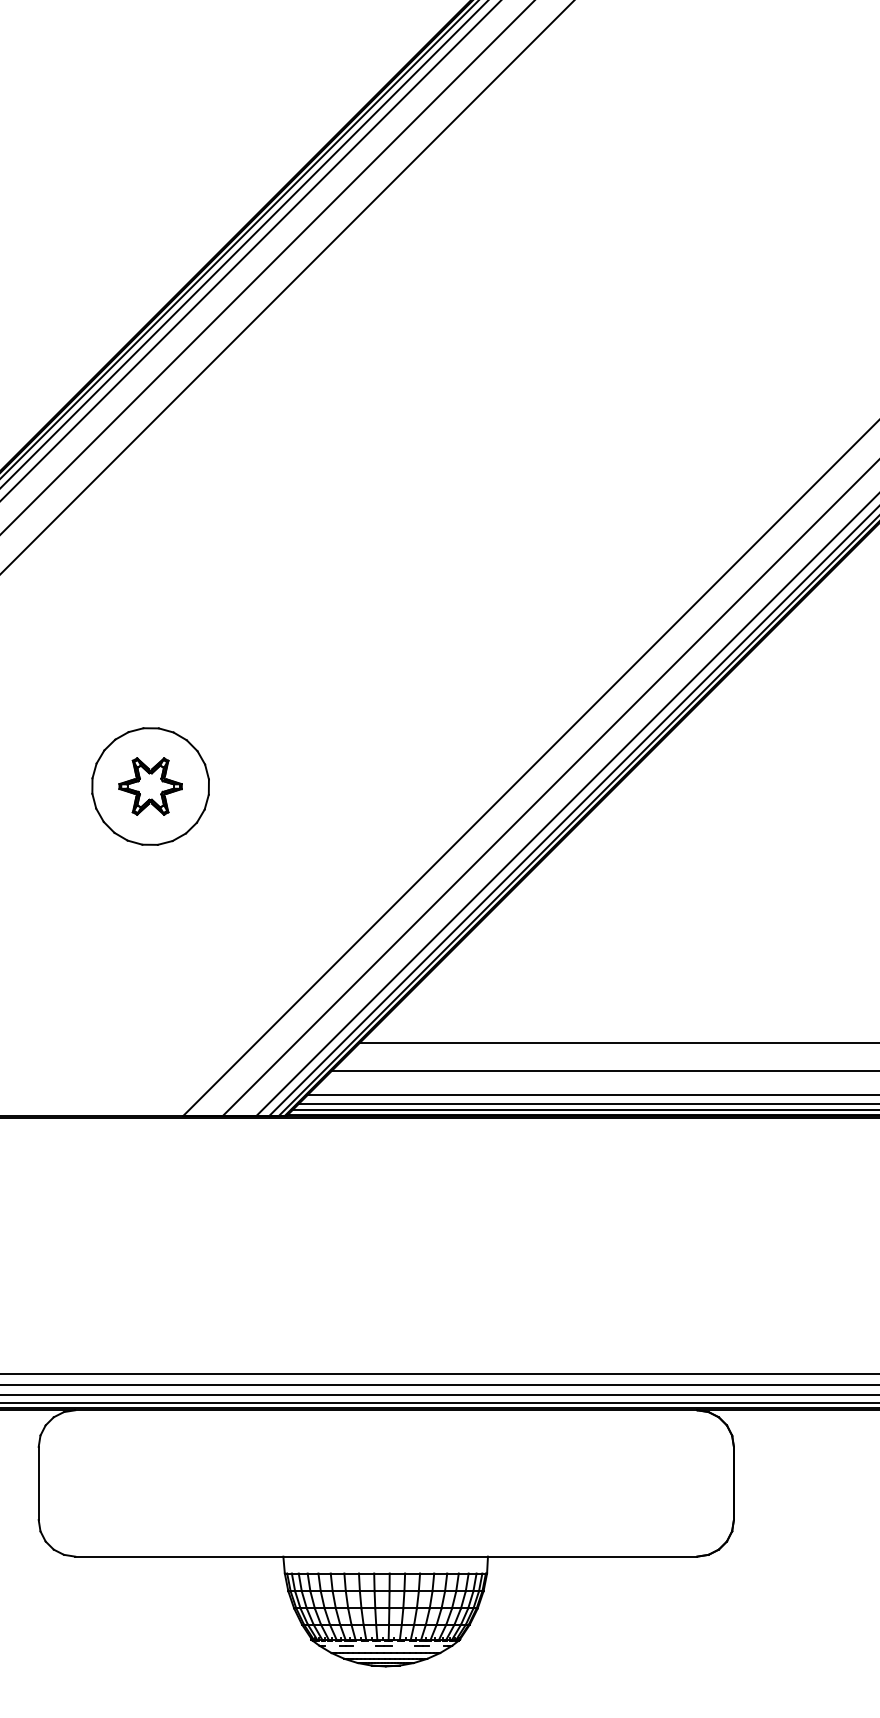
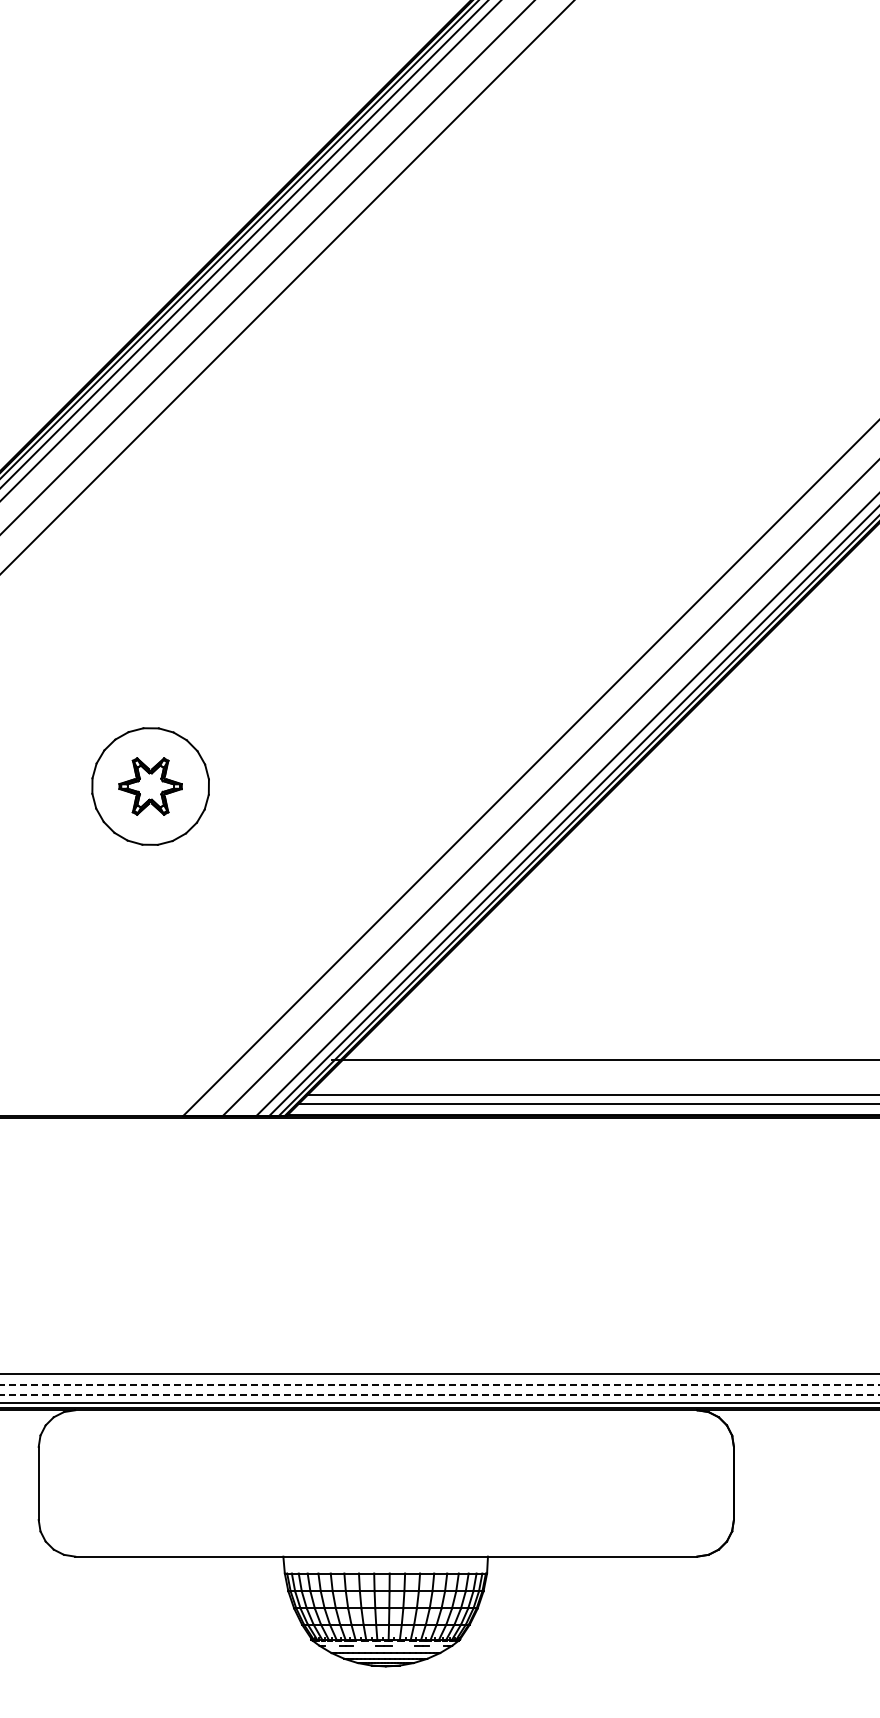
line at (617, 1042): present -> none
line at (603, 1070) position: (603, 1070) -> (603, 1059)
line at (584, 1110): present -> none
line at (439, 1385): solid -> dashed
line at (439, 1395): solid -> dashed
